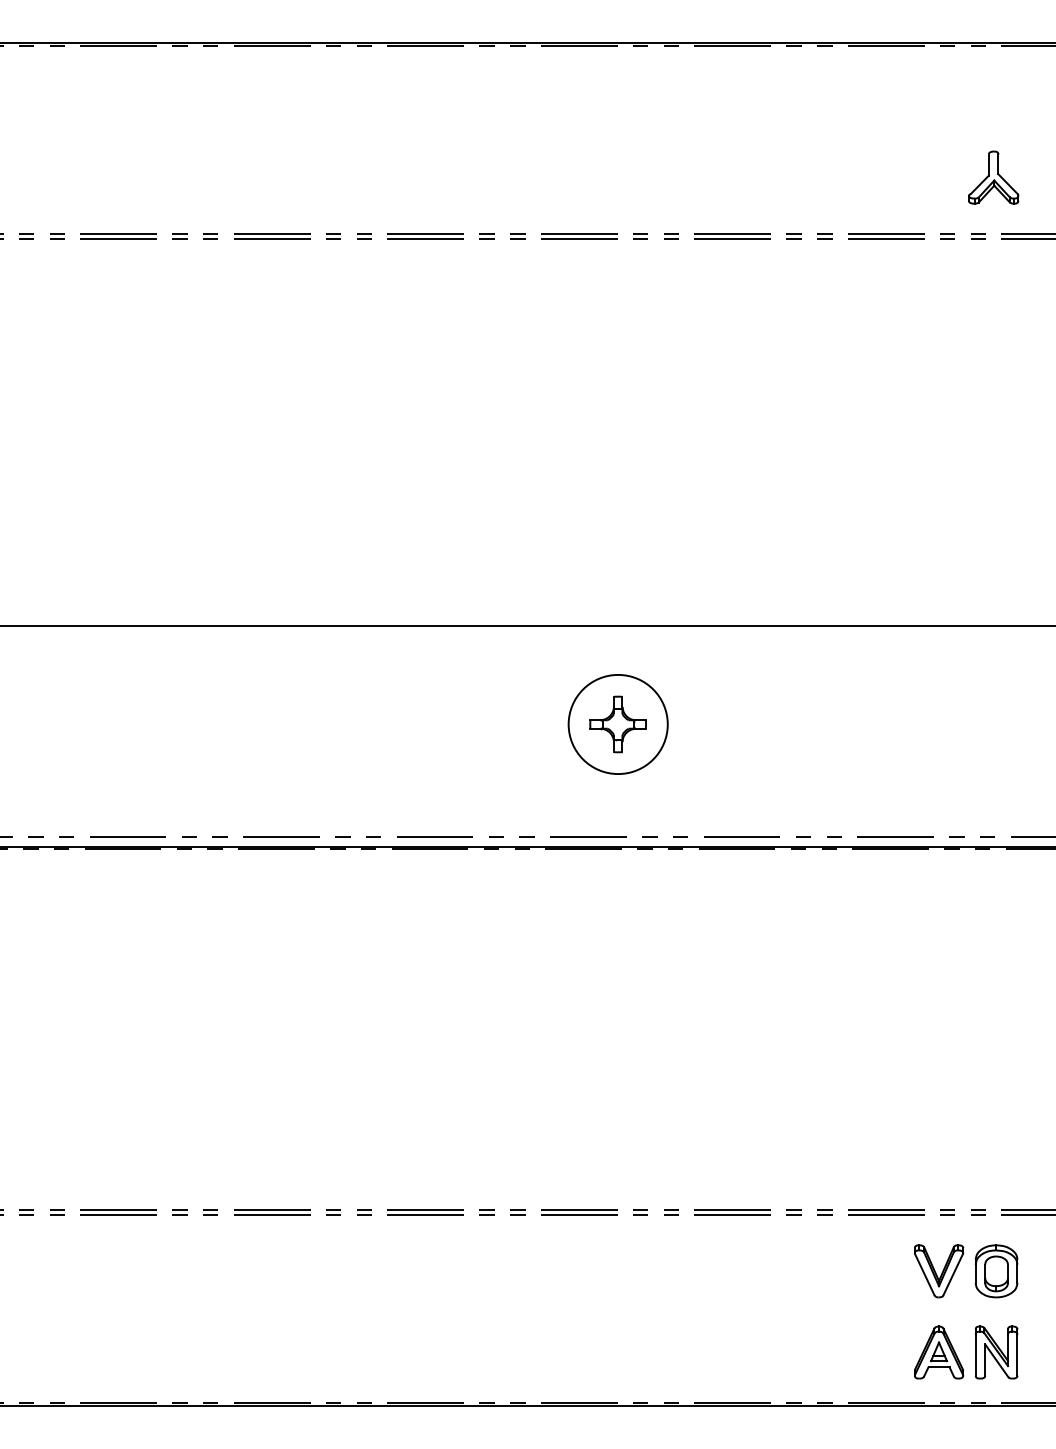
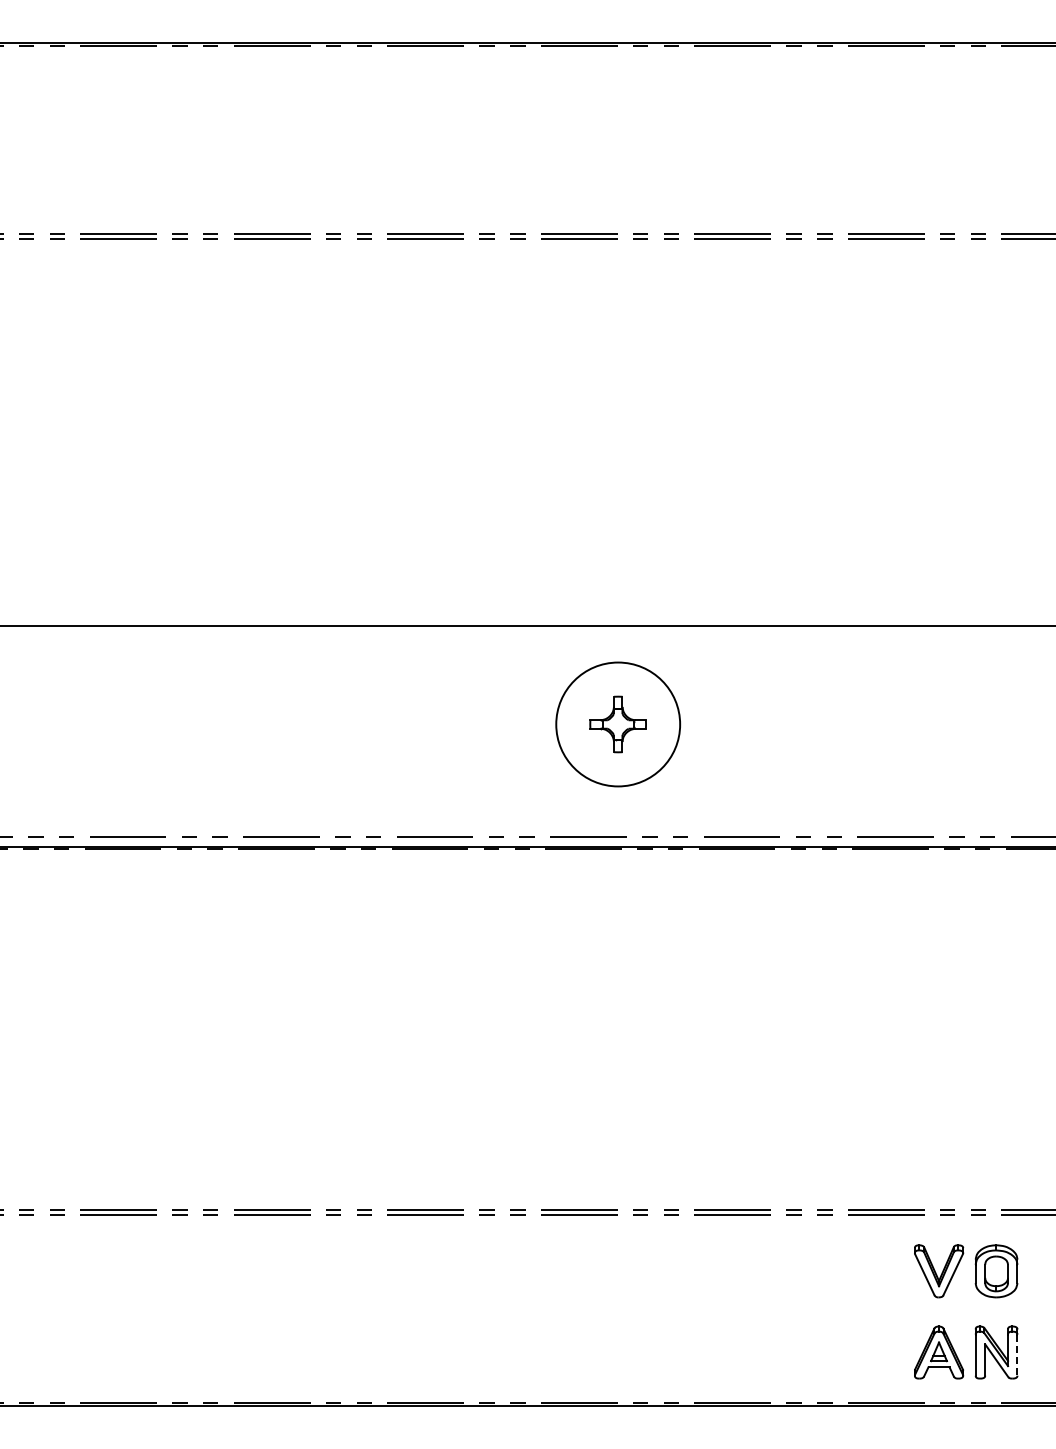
part at (993, 177): present -> none
circle at (617, 724) diameter: 99 px -> 124 px
line at (1017, 1355): solid -> dashed
